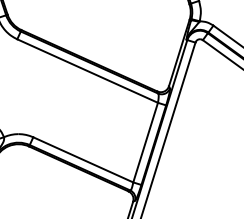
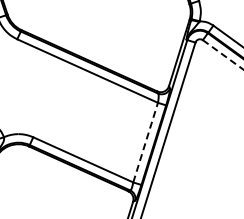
line at (223, 54): solid -> dashed
line at (145, 142): solid -> dashed
